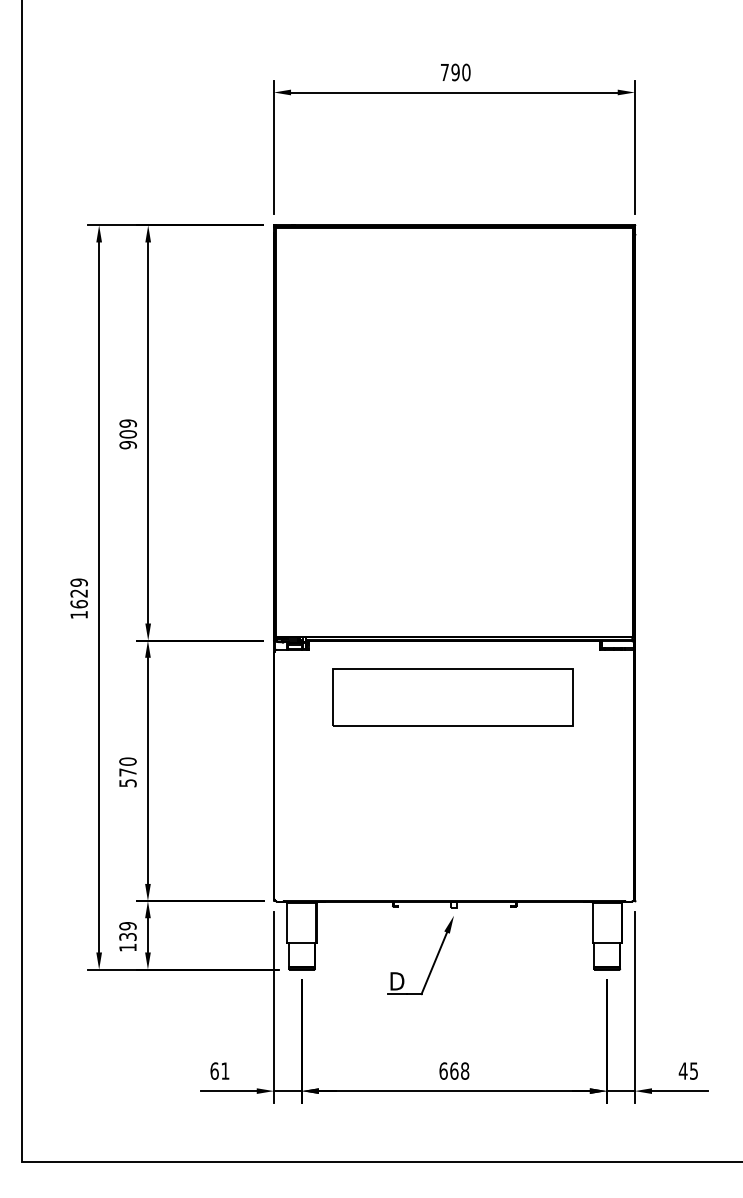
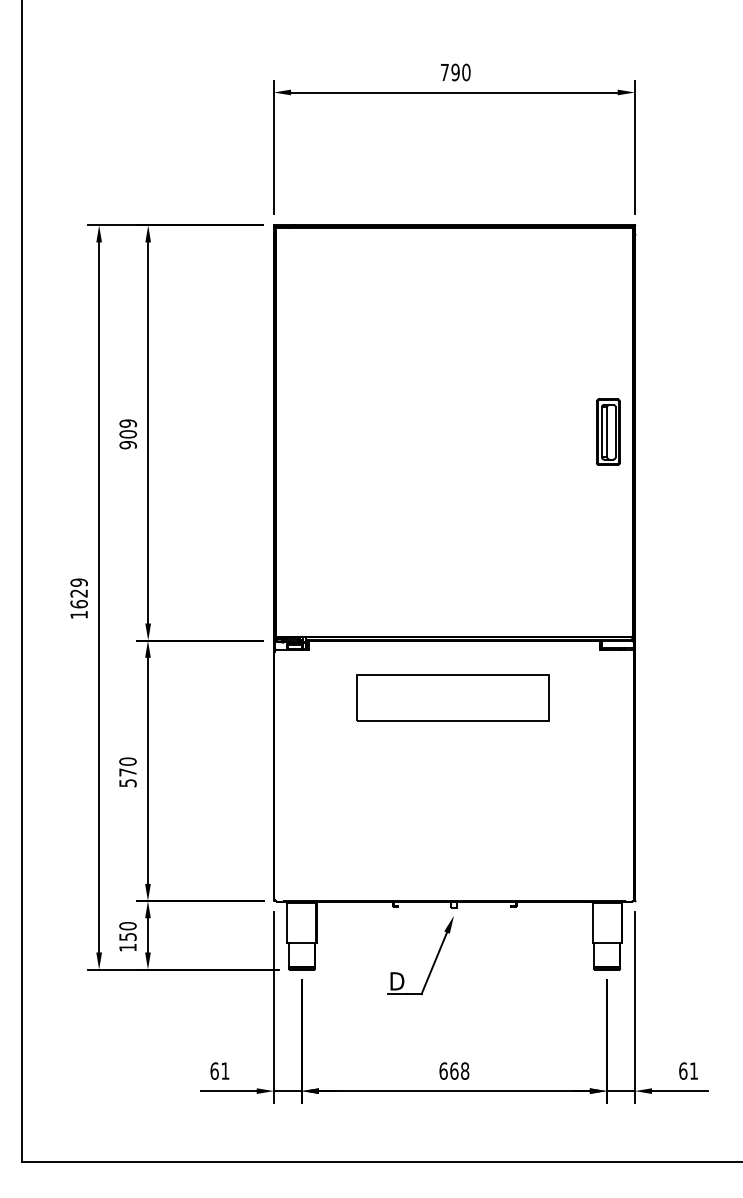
part at (608, 431): none -> present
part at (452, 697) size: 242x59 px -> 194x48 px
text at (127, 931): 139 -> 150
text at (687, 1070): 45 -> 61
